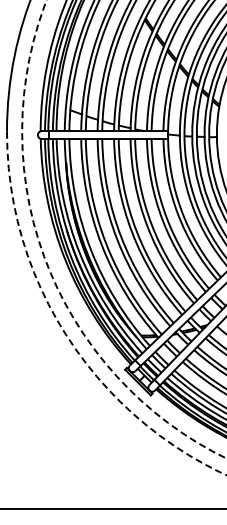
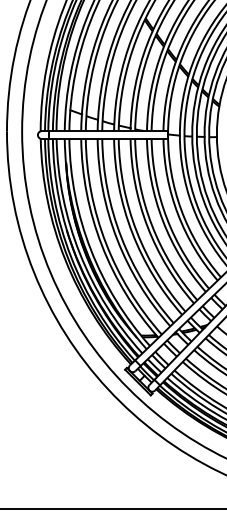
circle at (124, 229): dashed -> solid
arc at (66, 336): dashed -> solid
